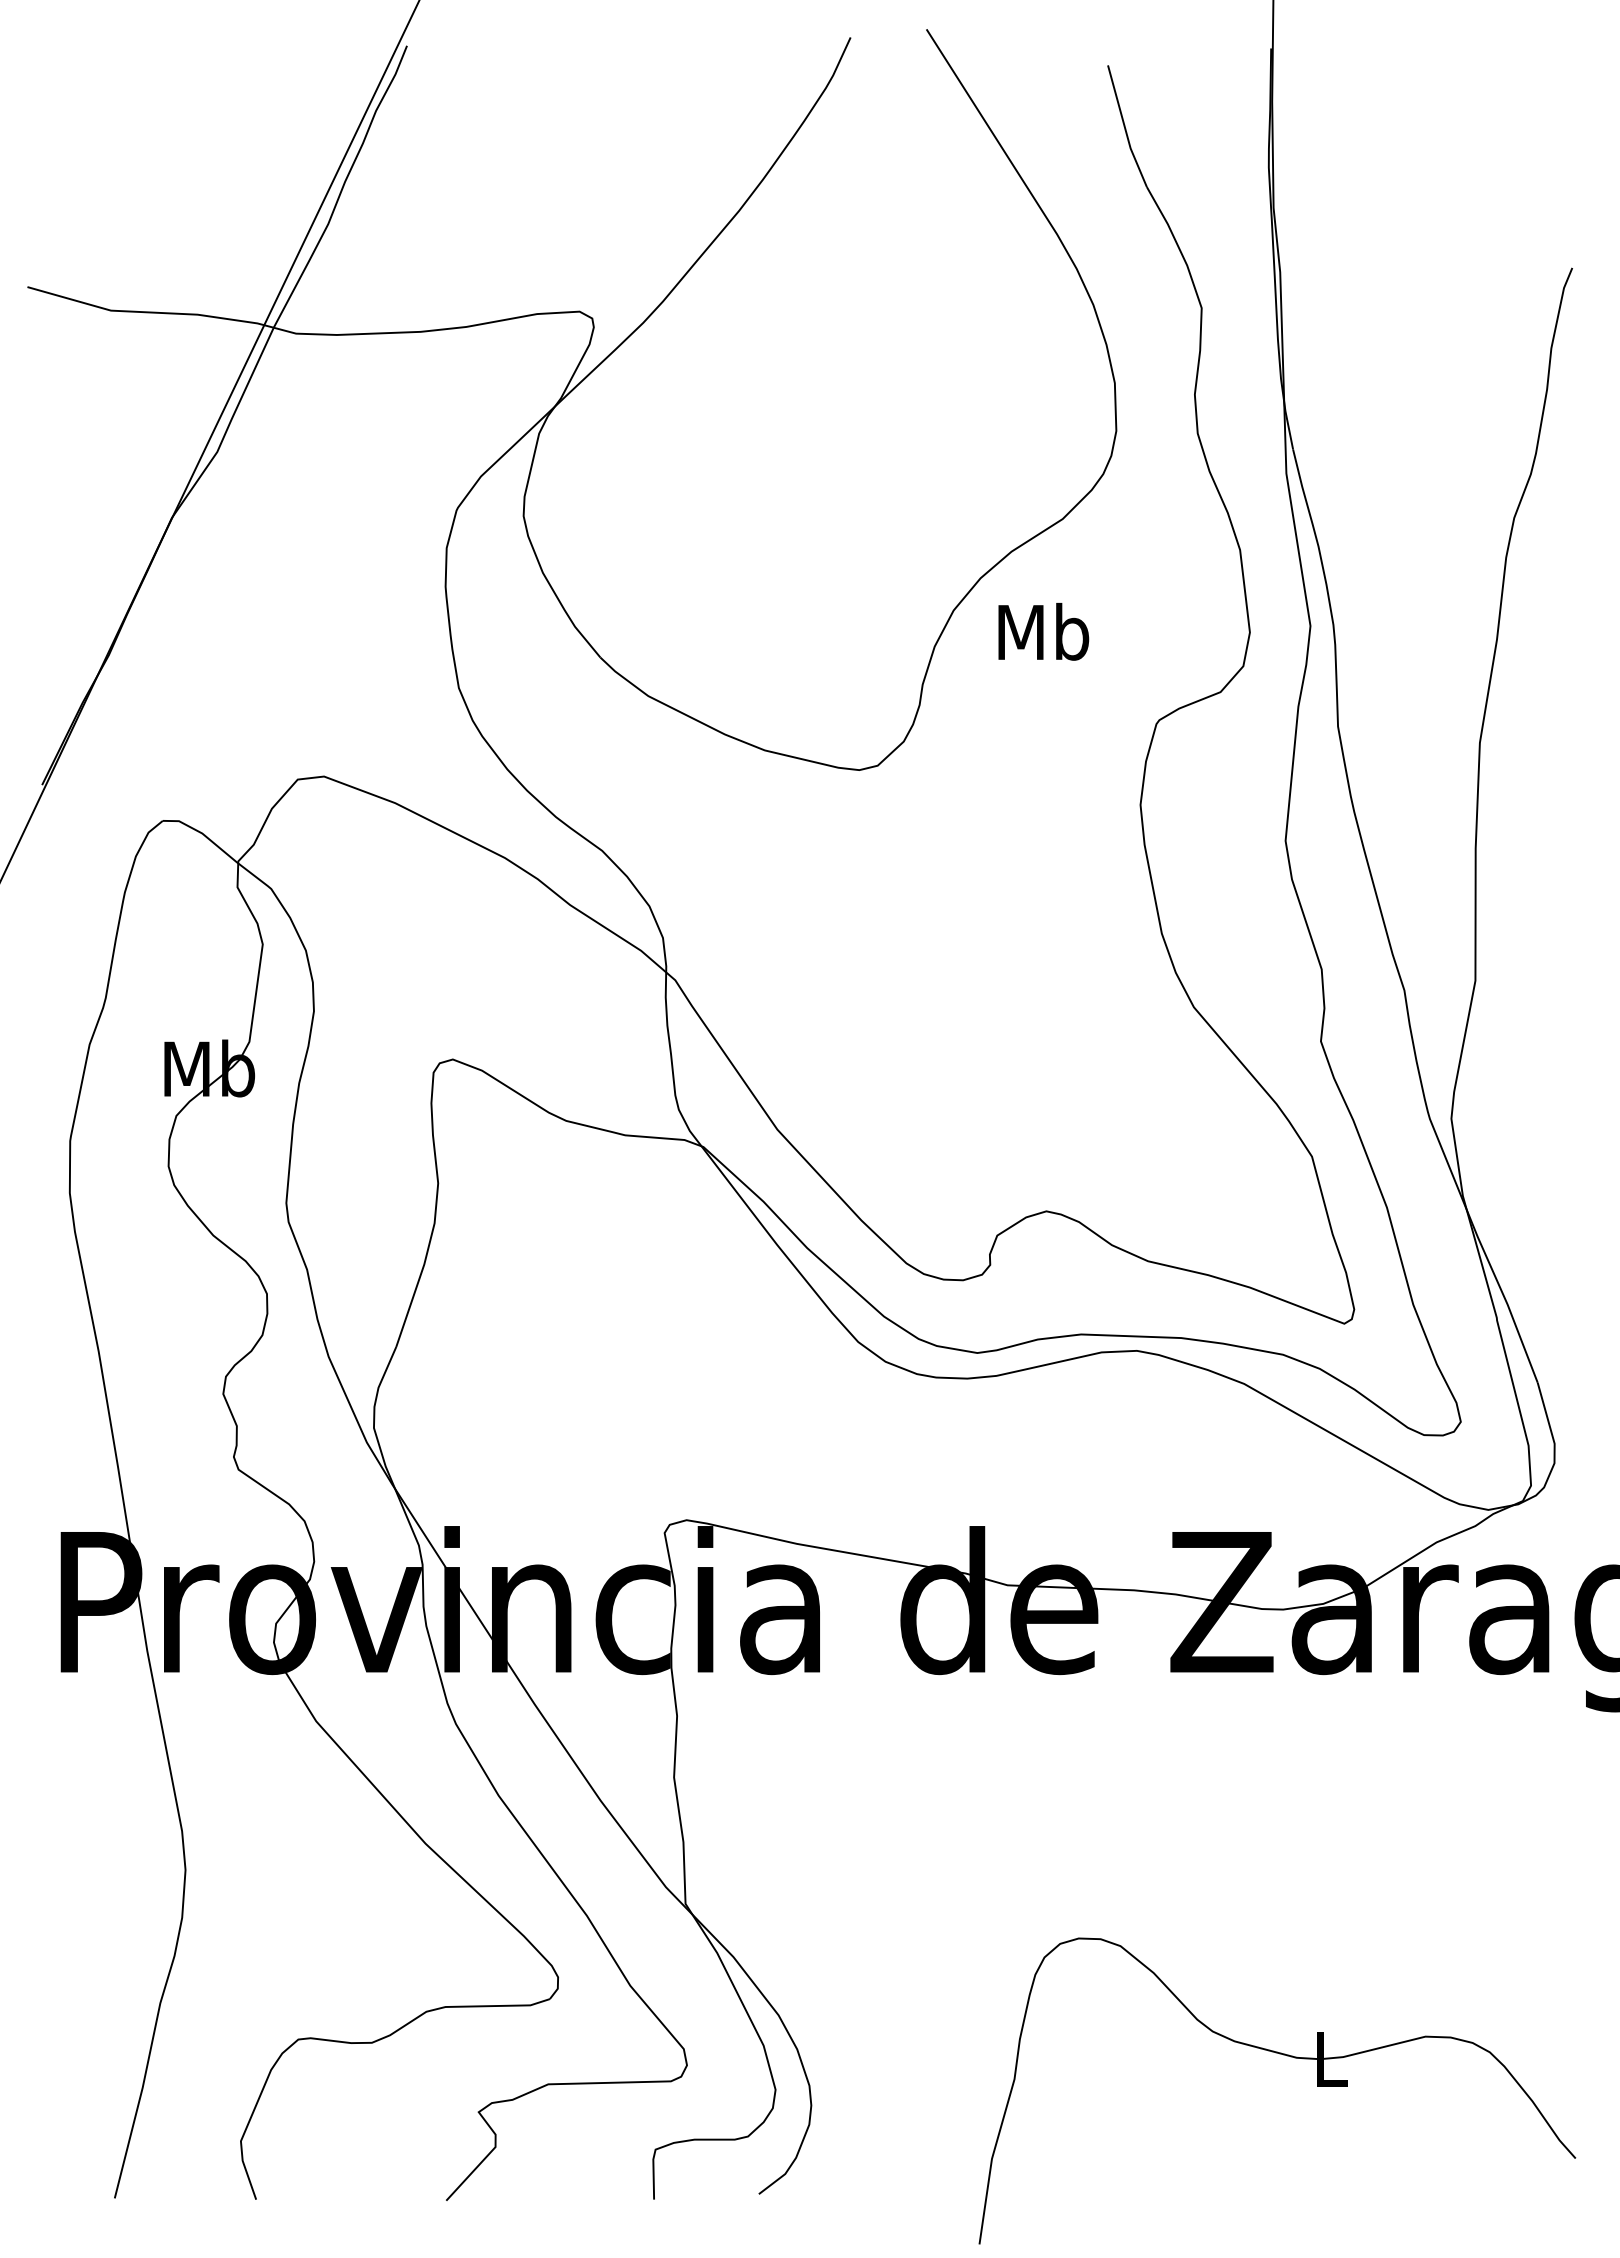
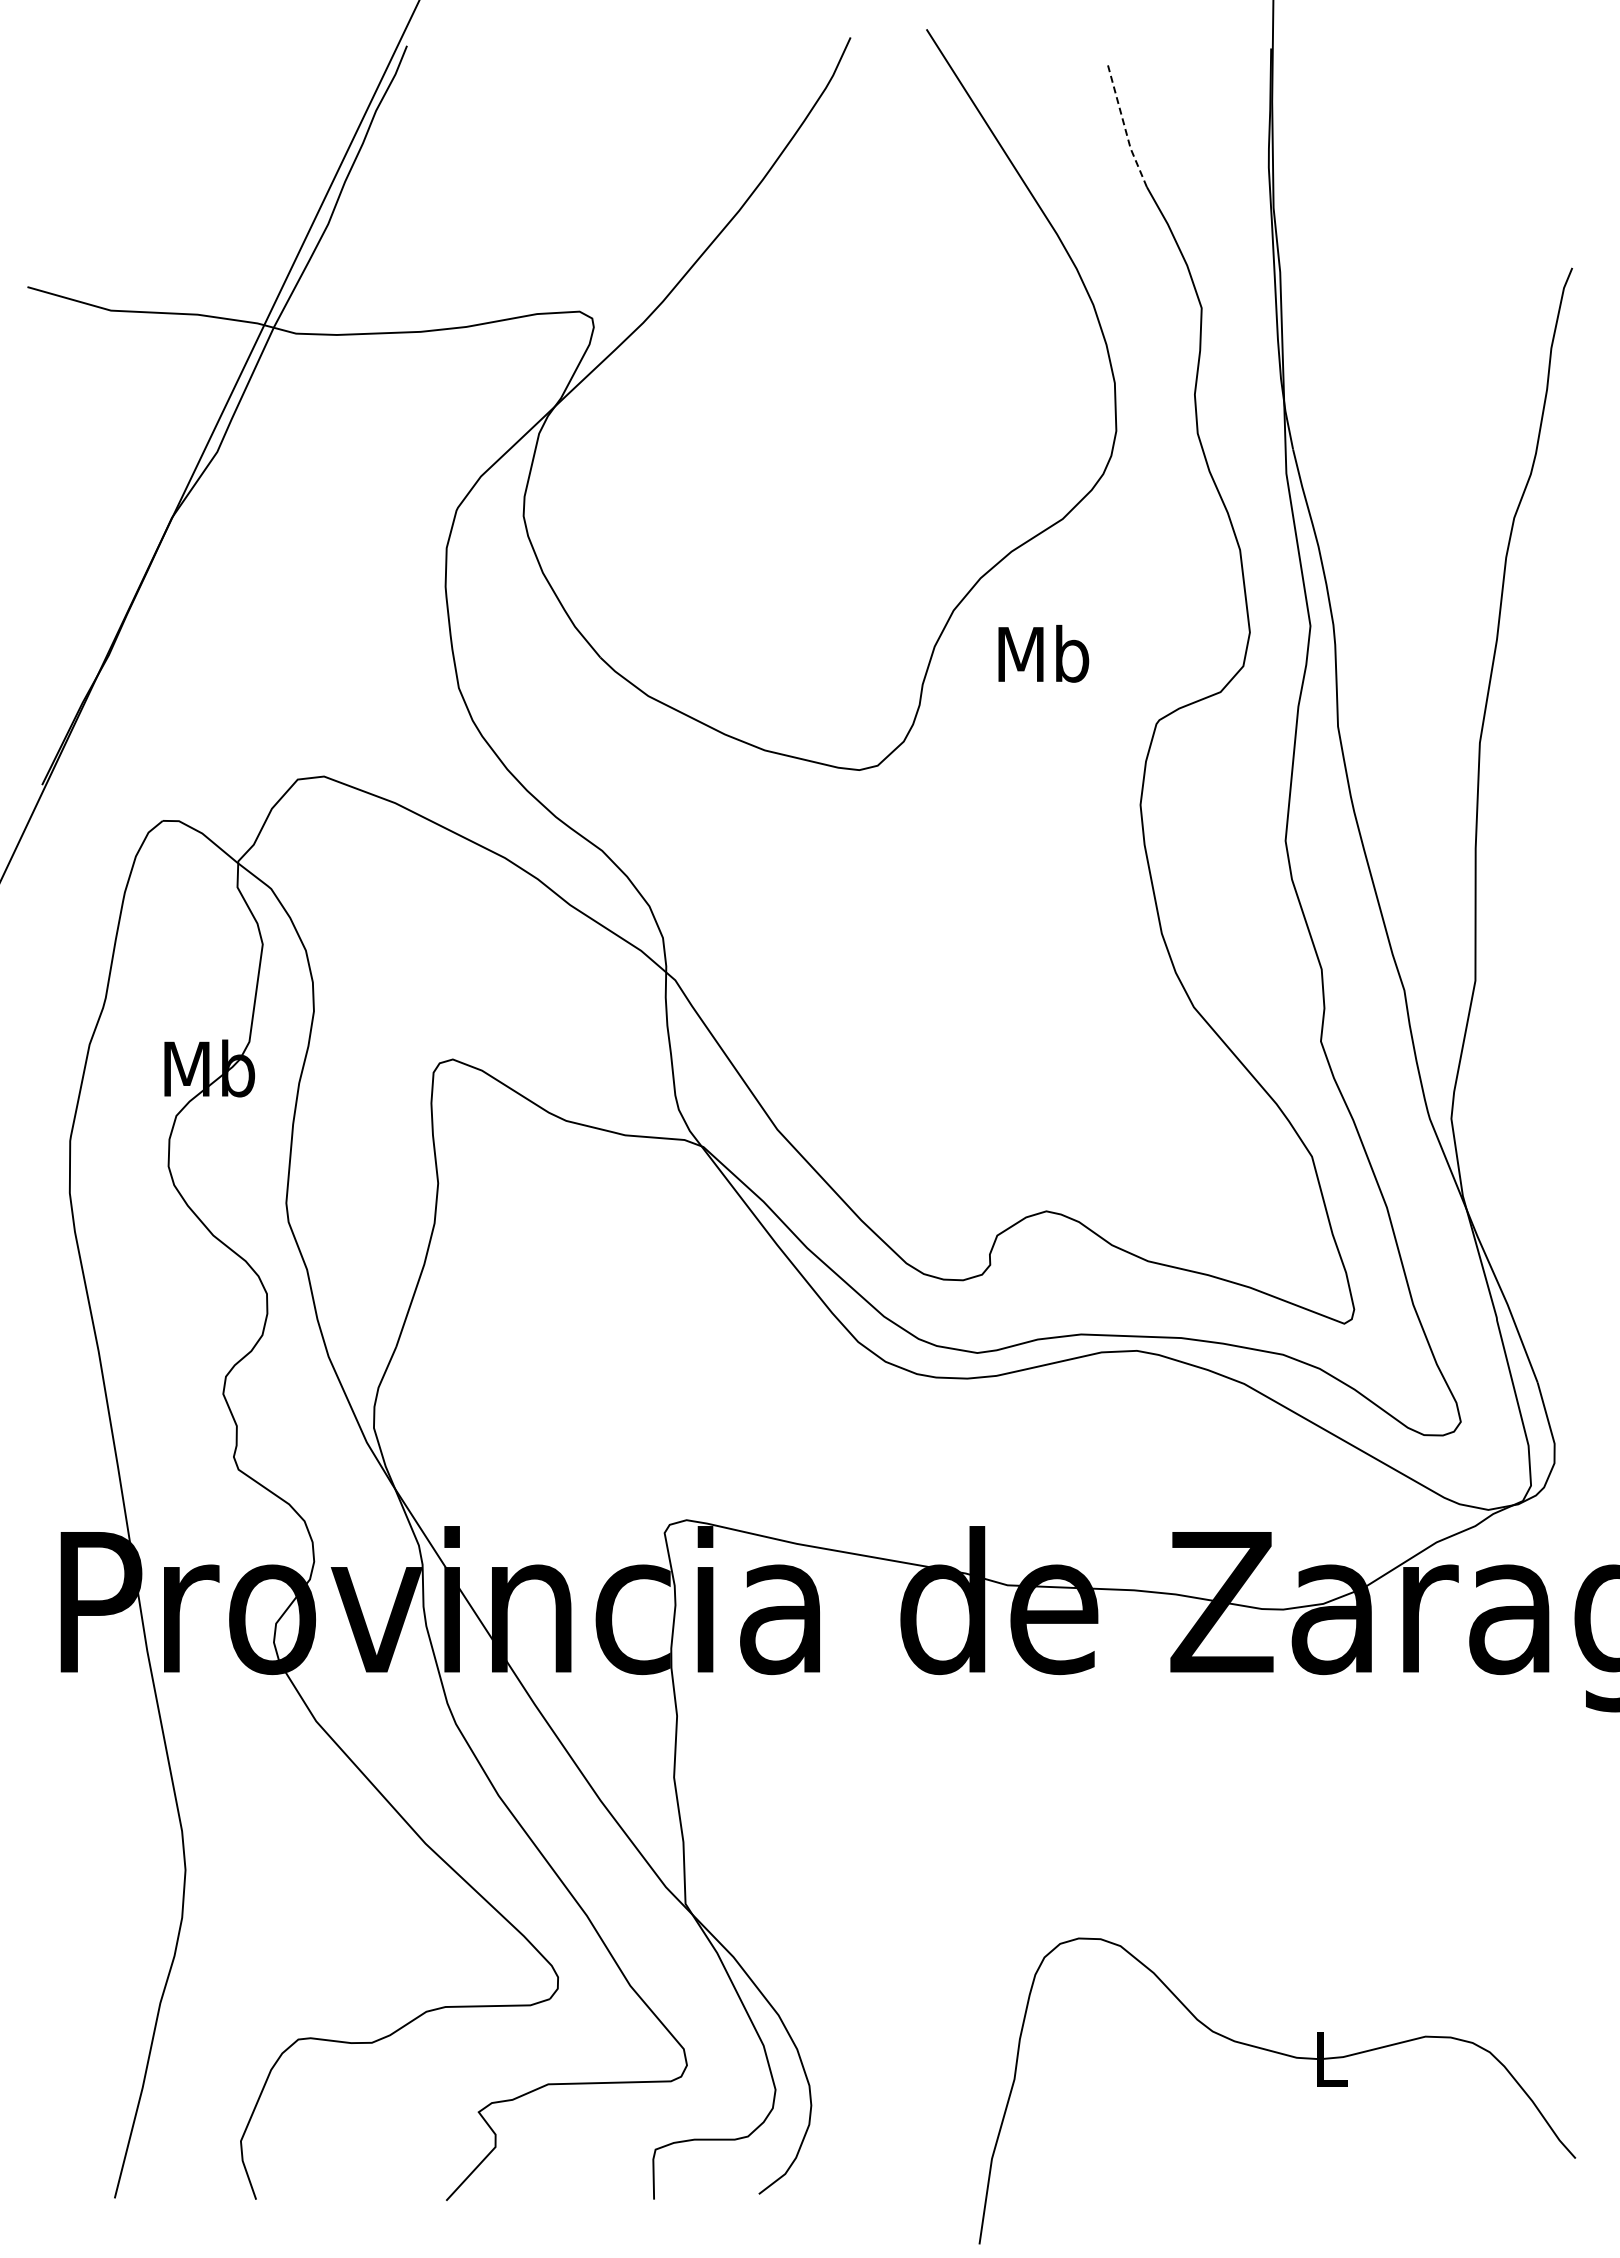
line at (1124, 127): solid -> dashed
text at (1043, 631) position: (1043, 631) -> (1043, 653)
